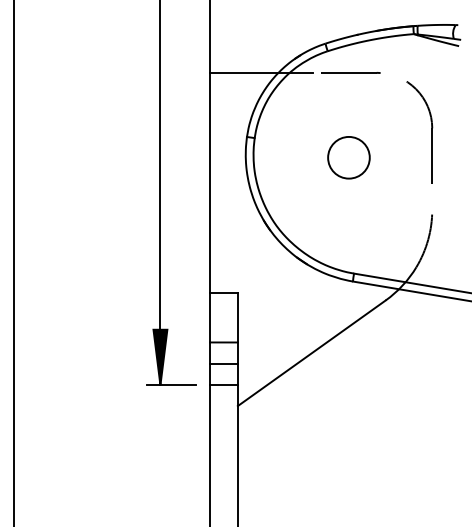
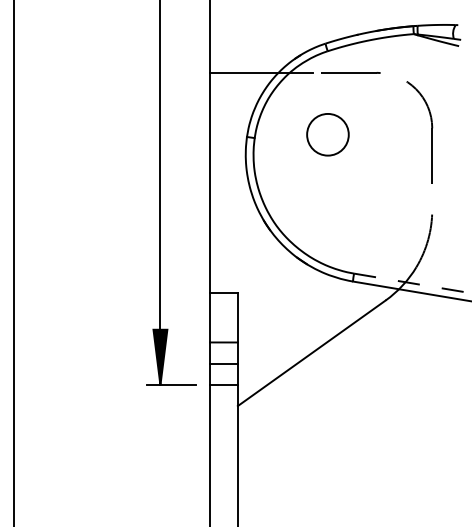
circle at (348, 157) position: (348, 157) -> (327, 134)
line at (413, 283): solid -> dashed
